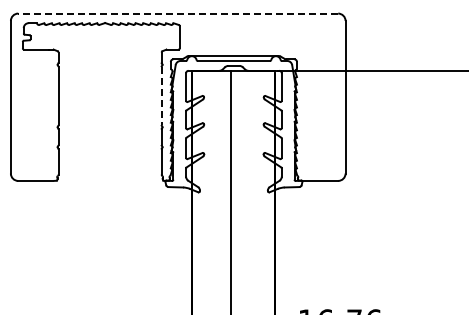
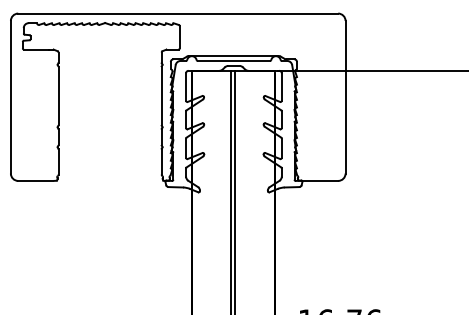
line at (178, 13): dashed -> solid
line at (161, 96): dashed -> solid
line at (235, 190): none -> present
